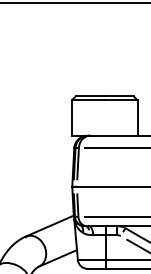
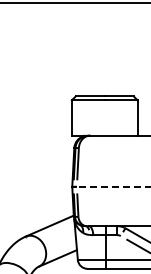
line at (116, 148): present -> none
line at (113, 186): solid -> dashed
line at (116, 216): present -> none
